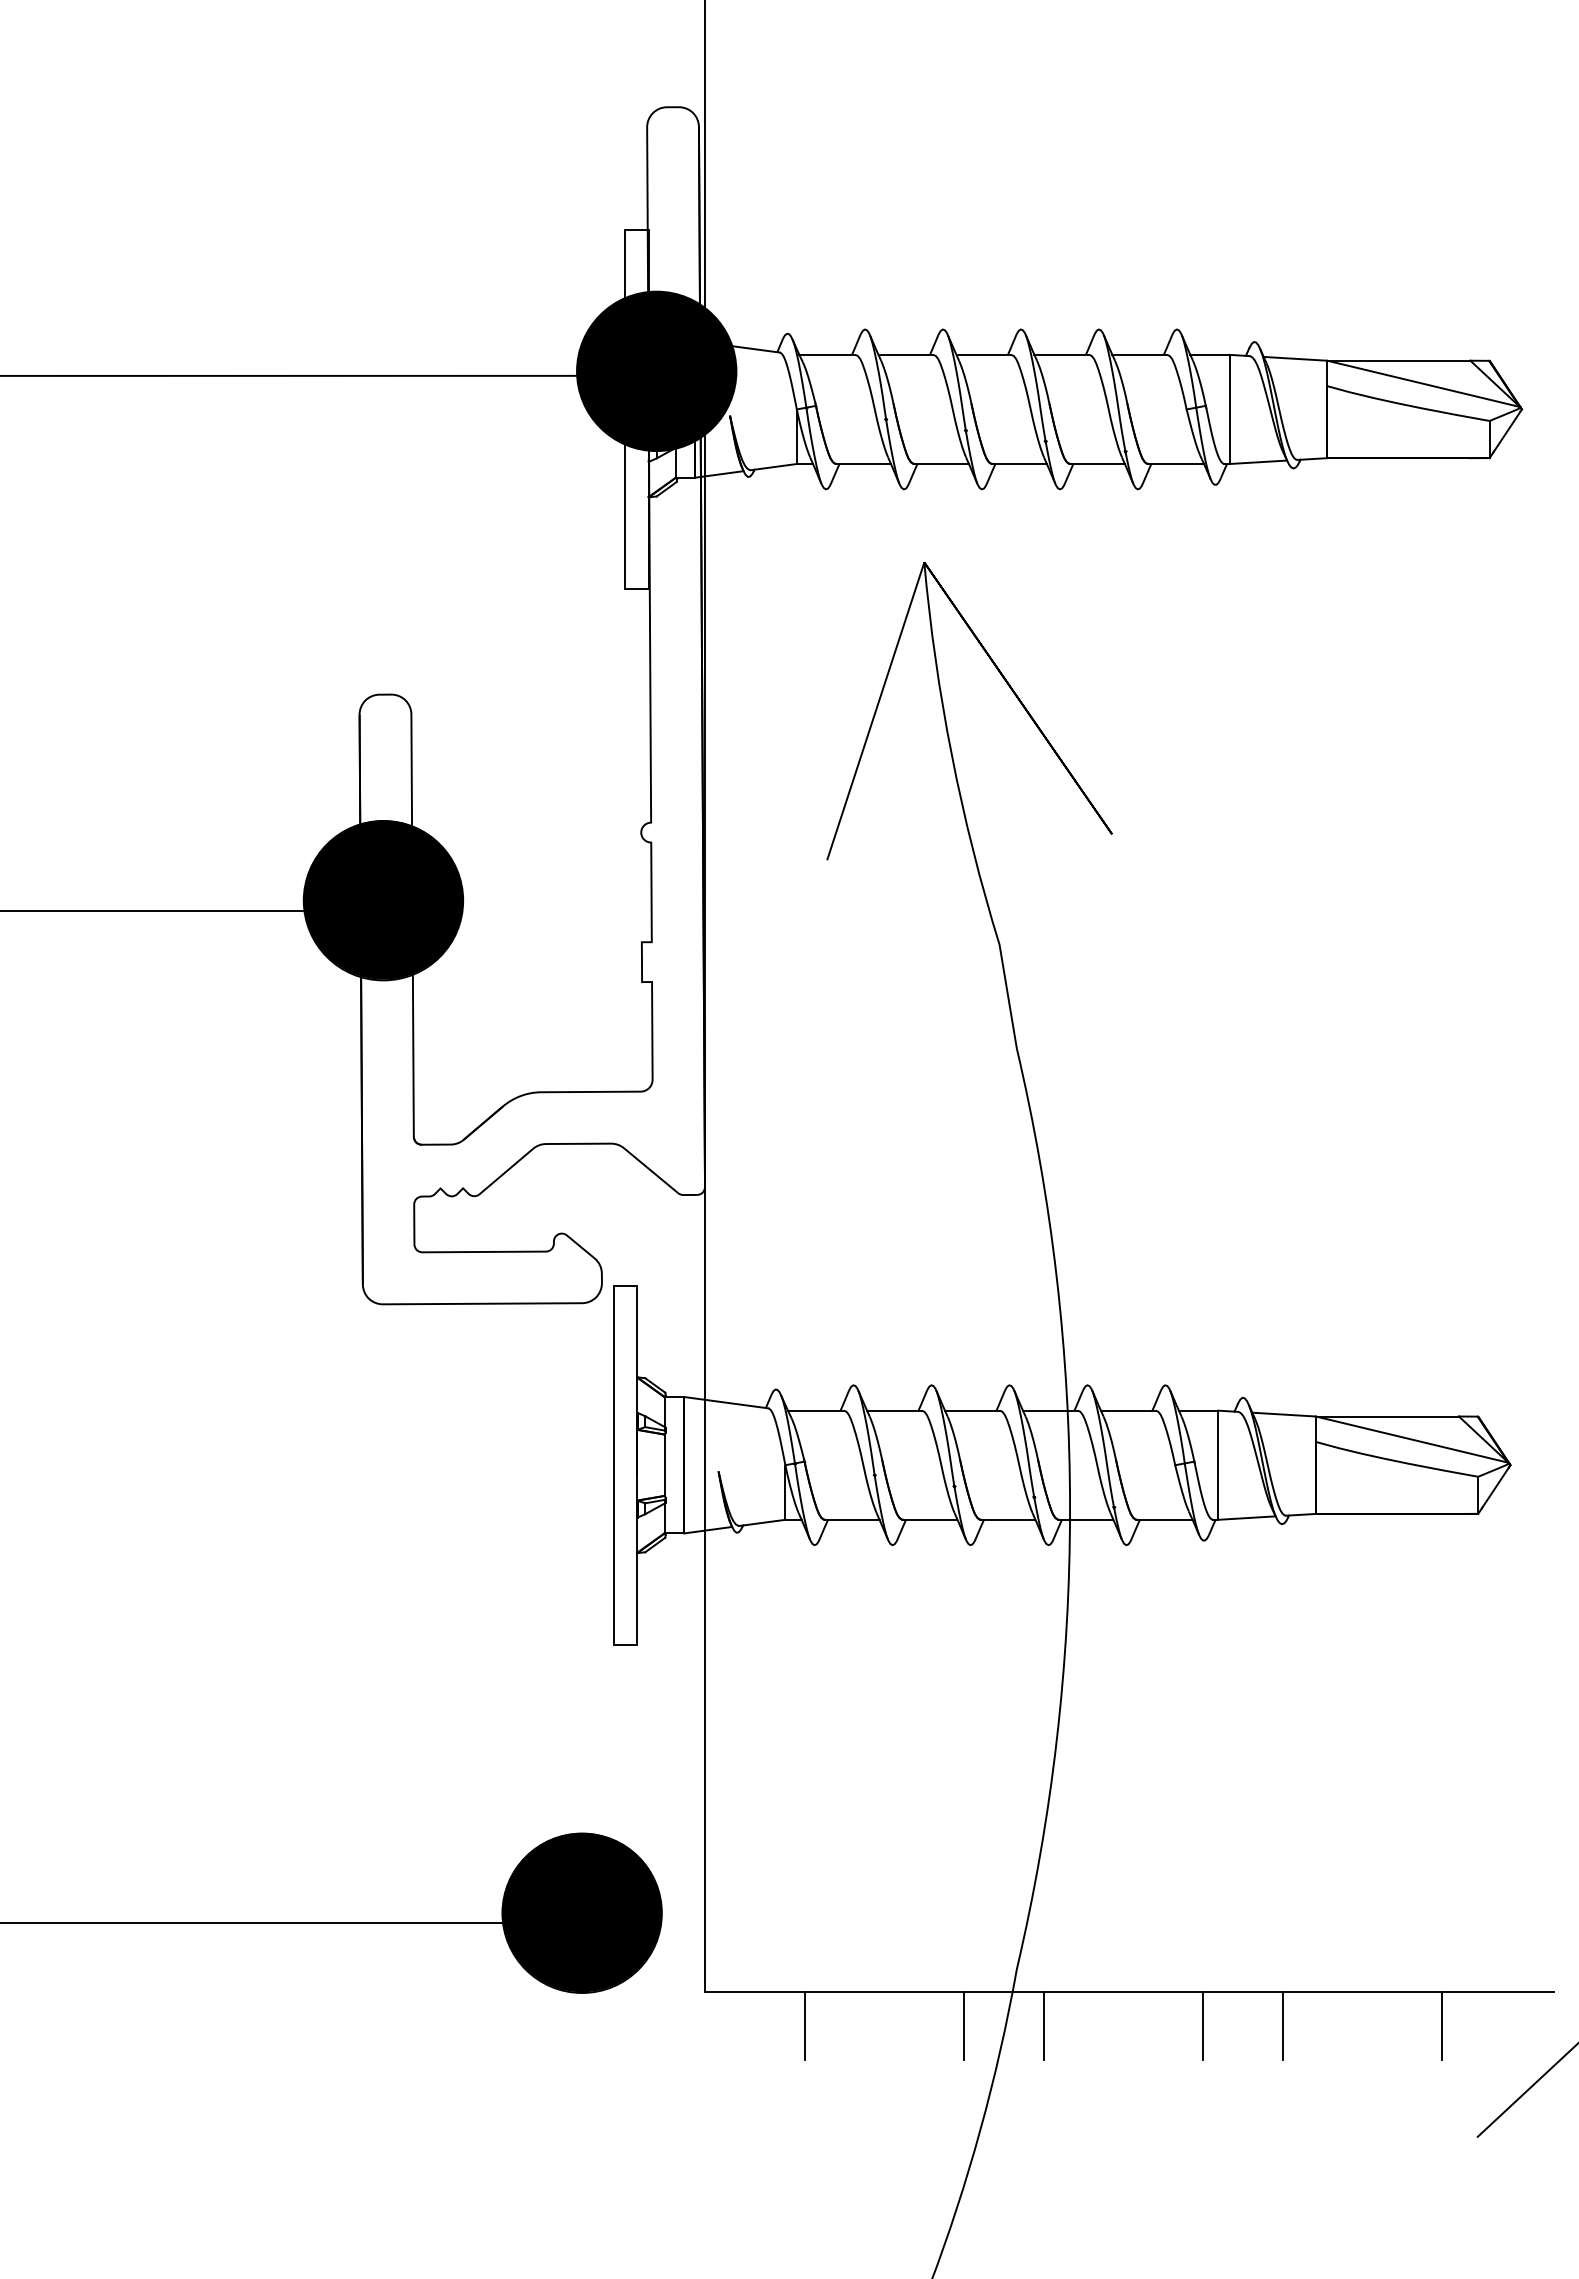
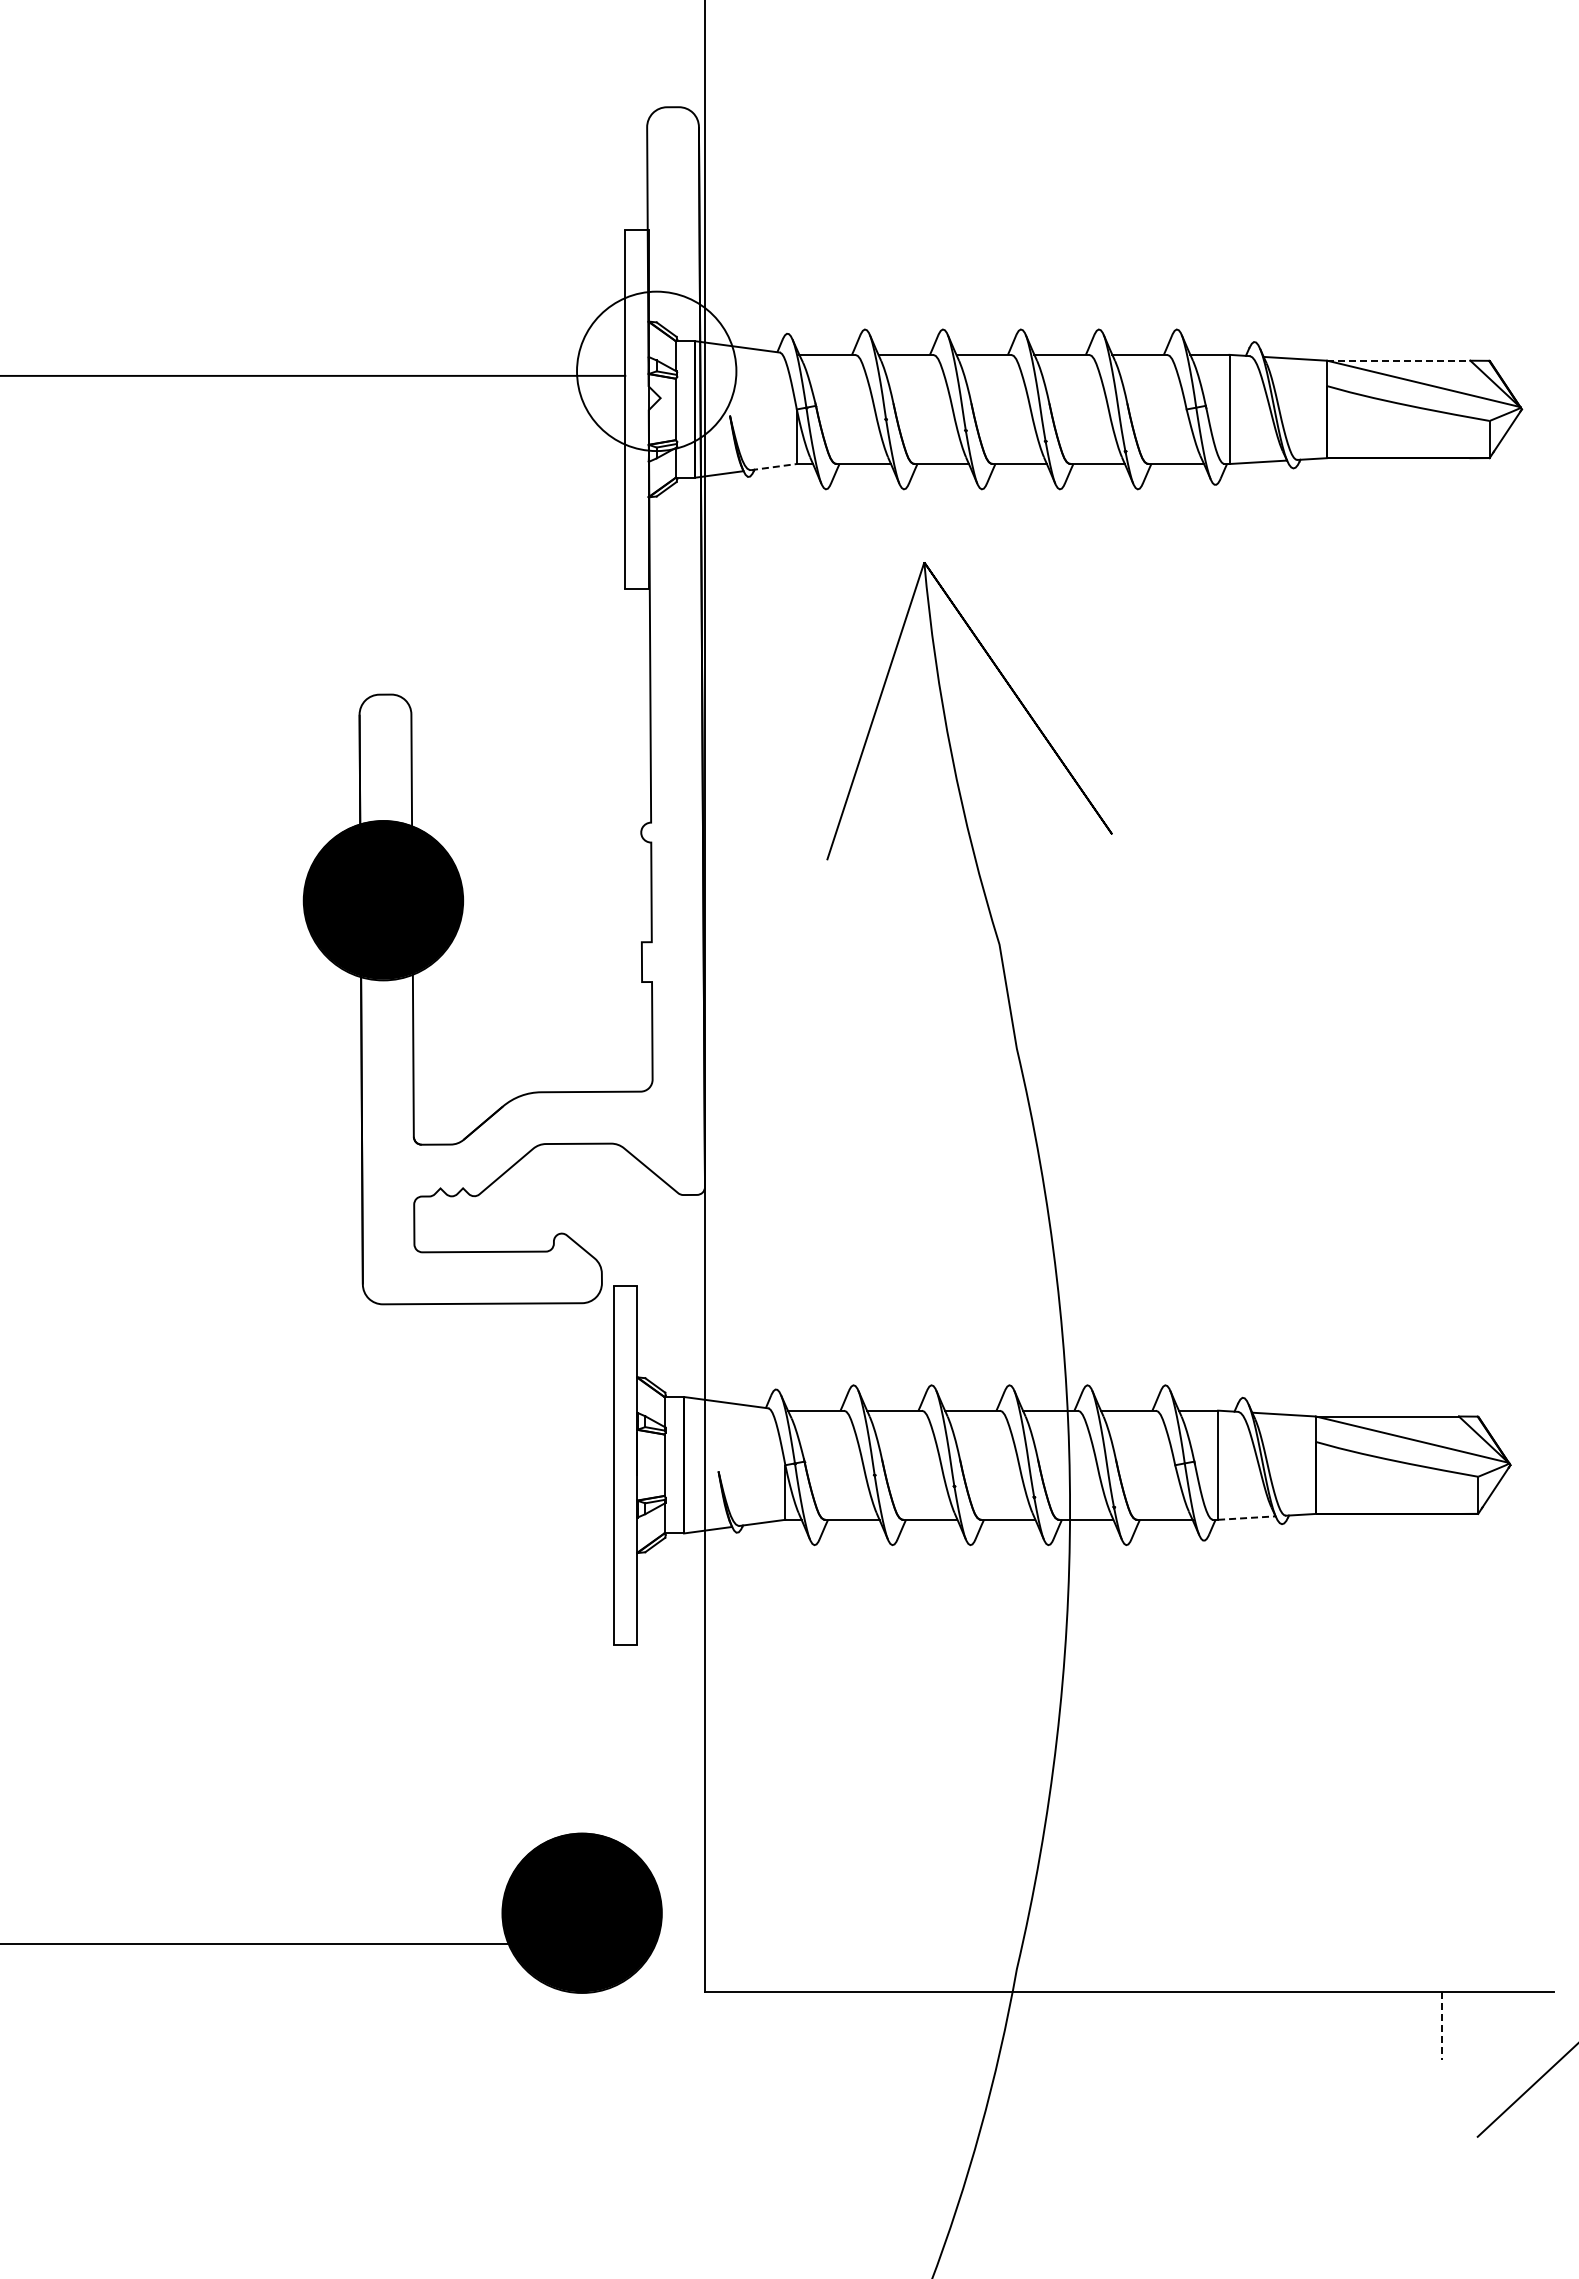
line at (1399, 360): solid -> dashed
fill at (656, 371): present -> none
line at (774, 467): solid -> dashed
line at (165, 910): present -> none
line at (1246, 1518): solid -> dashed
line at (265, 1923) position: (265, 1923) -> (265, 1944)
line at (804, 2025): present -> none
line at (964, 2025): present -> none
line at (1043, 2025): present -> none
line at (1203, 2025): present -> none
line at (1282, 2025): present -> none
line at (1442, 2025): solid -> dashed
